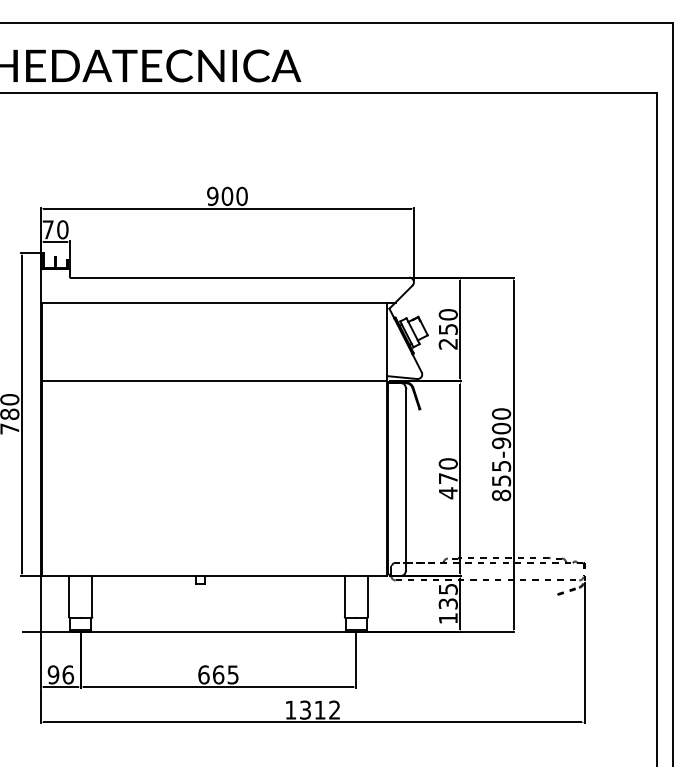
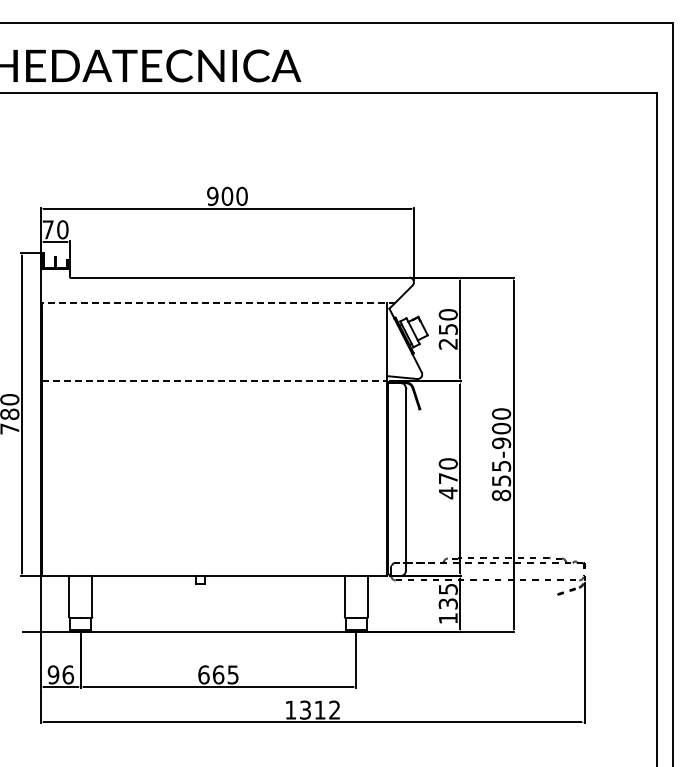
line at (217, 302): solid -> dashed
line at (214, 381): solid -> dashed
